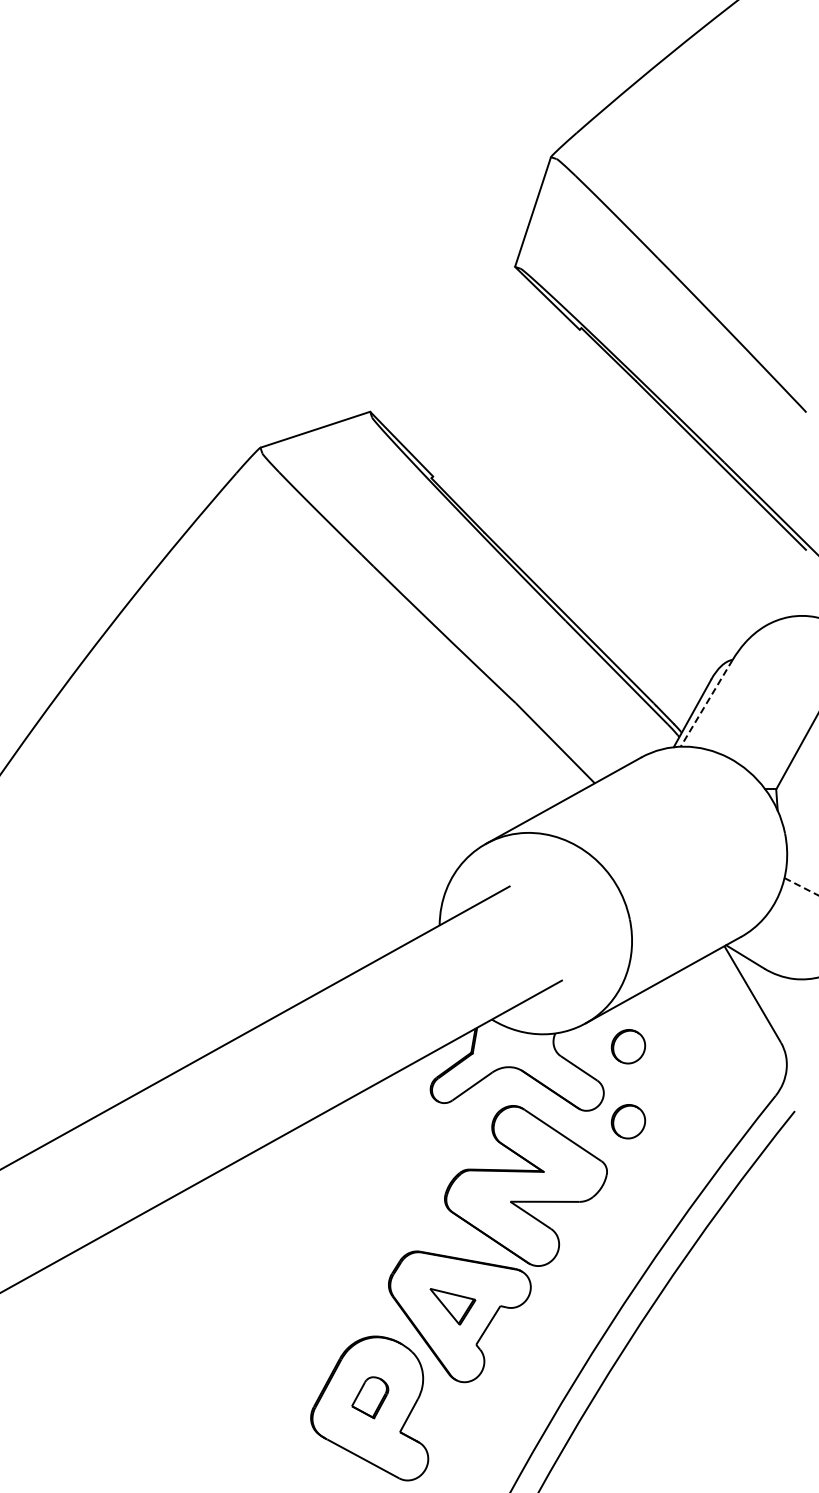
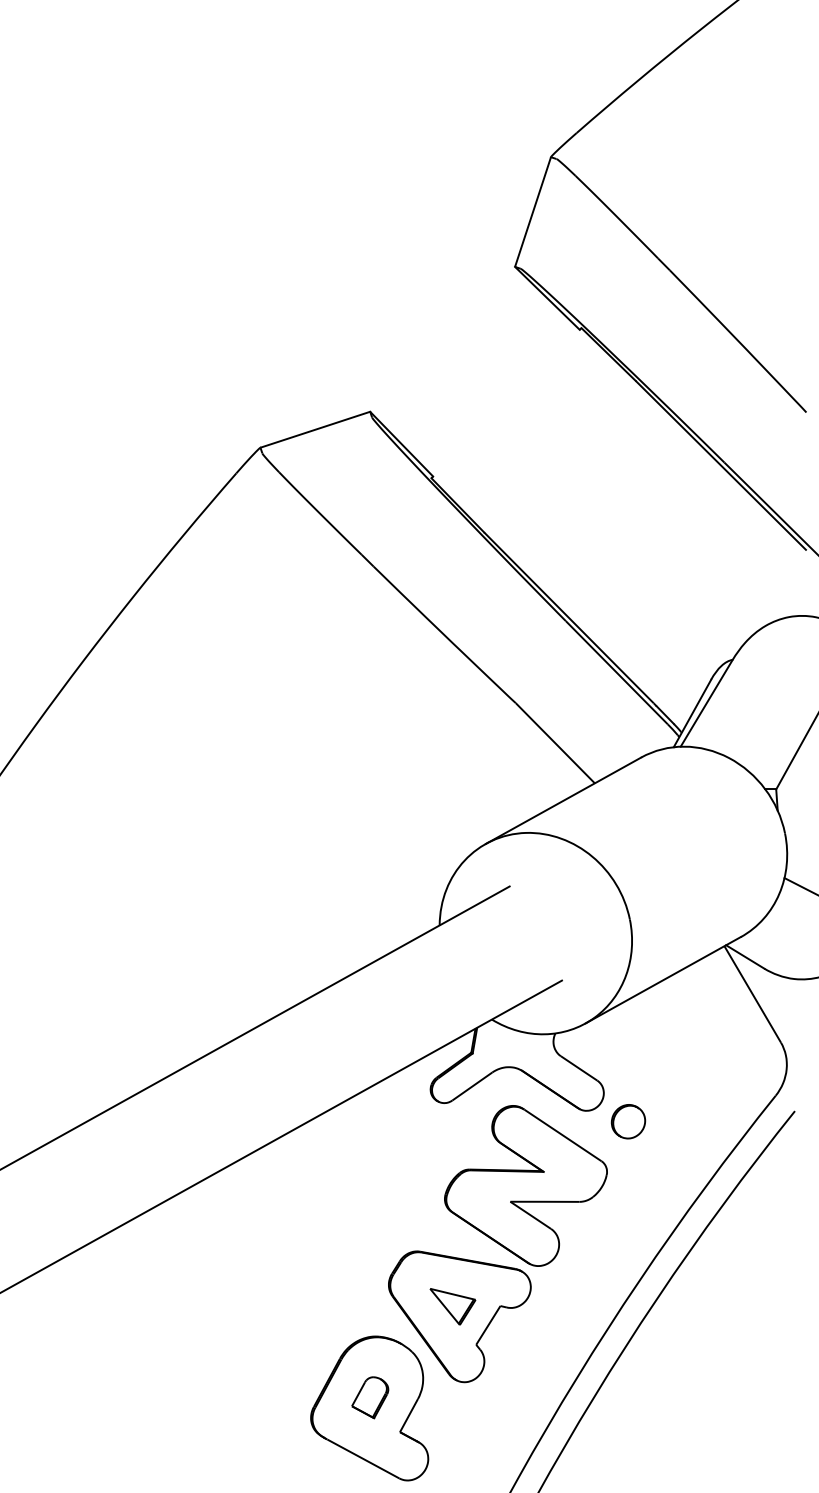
line at (706, 703): dashed -> solid
line at (802, 887): dashed -> solid
part at (628, 1046): present -> none
